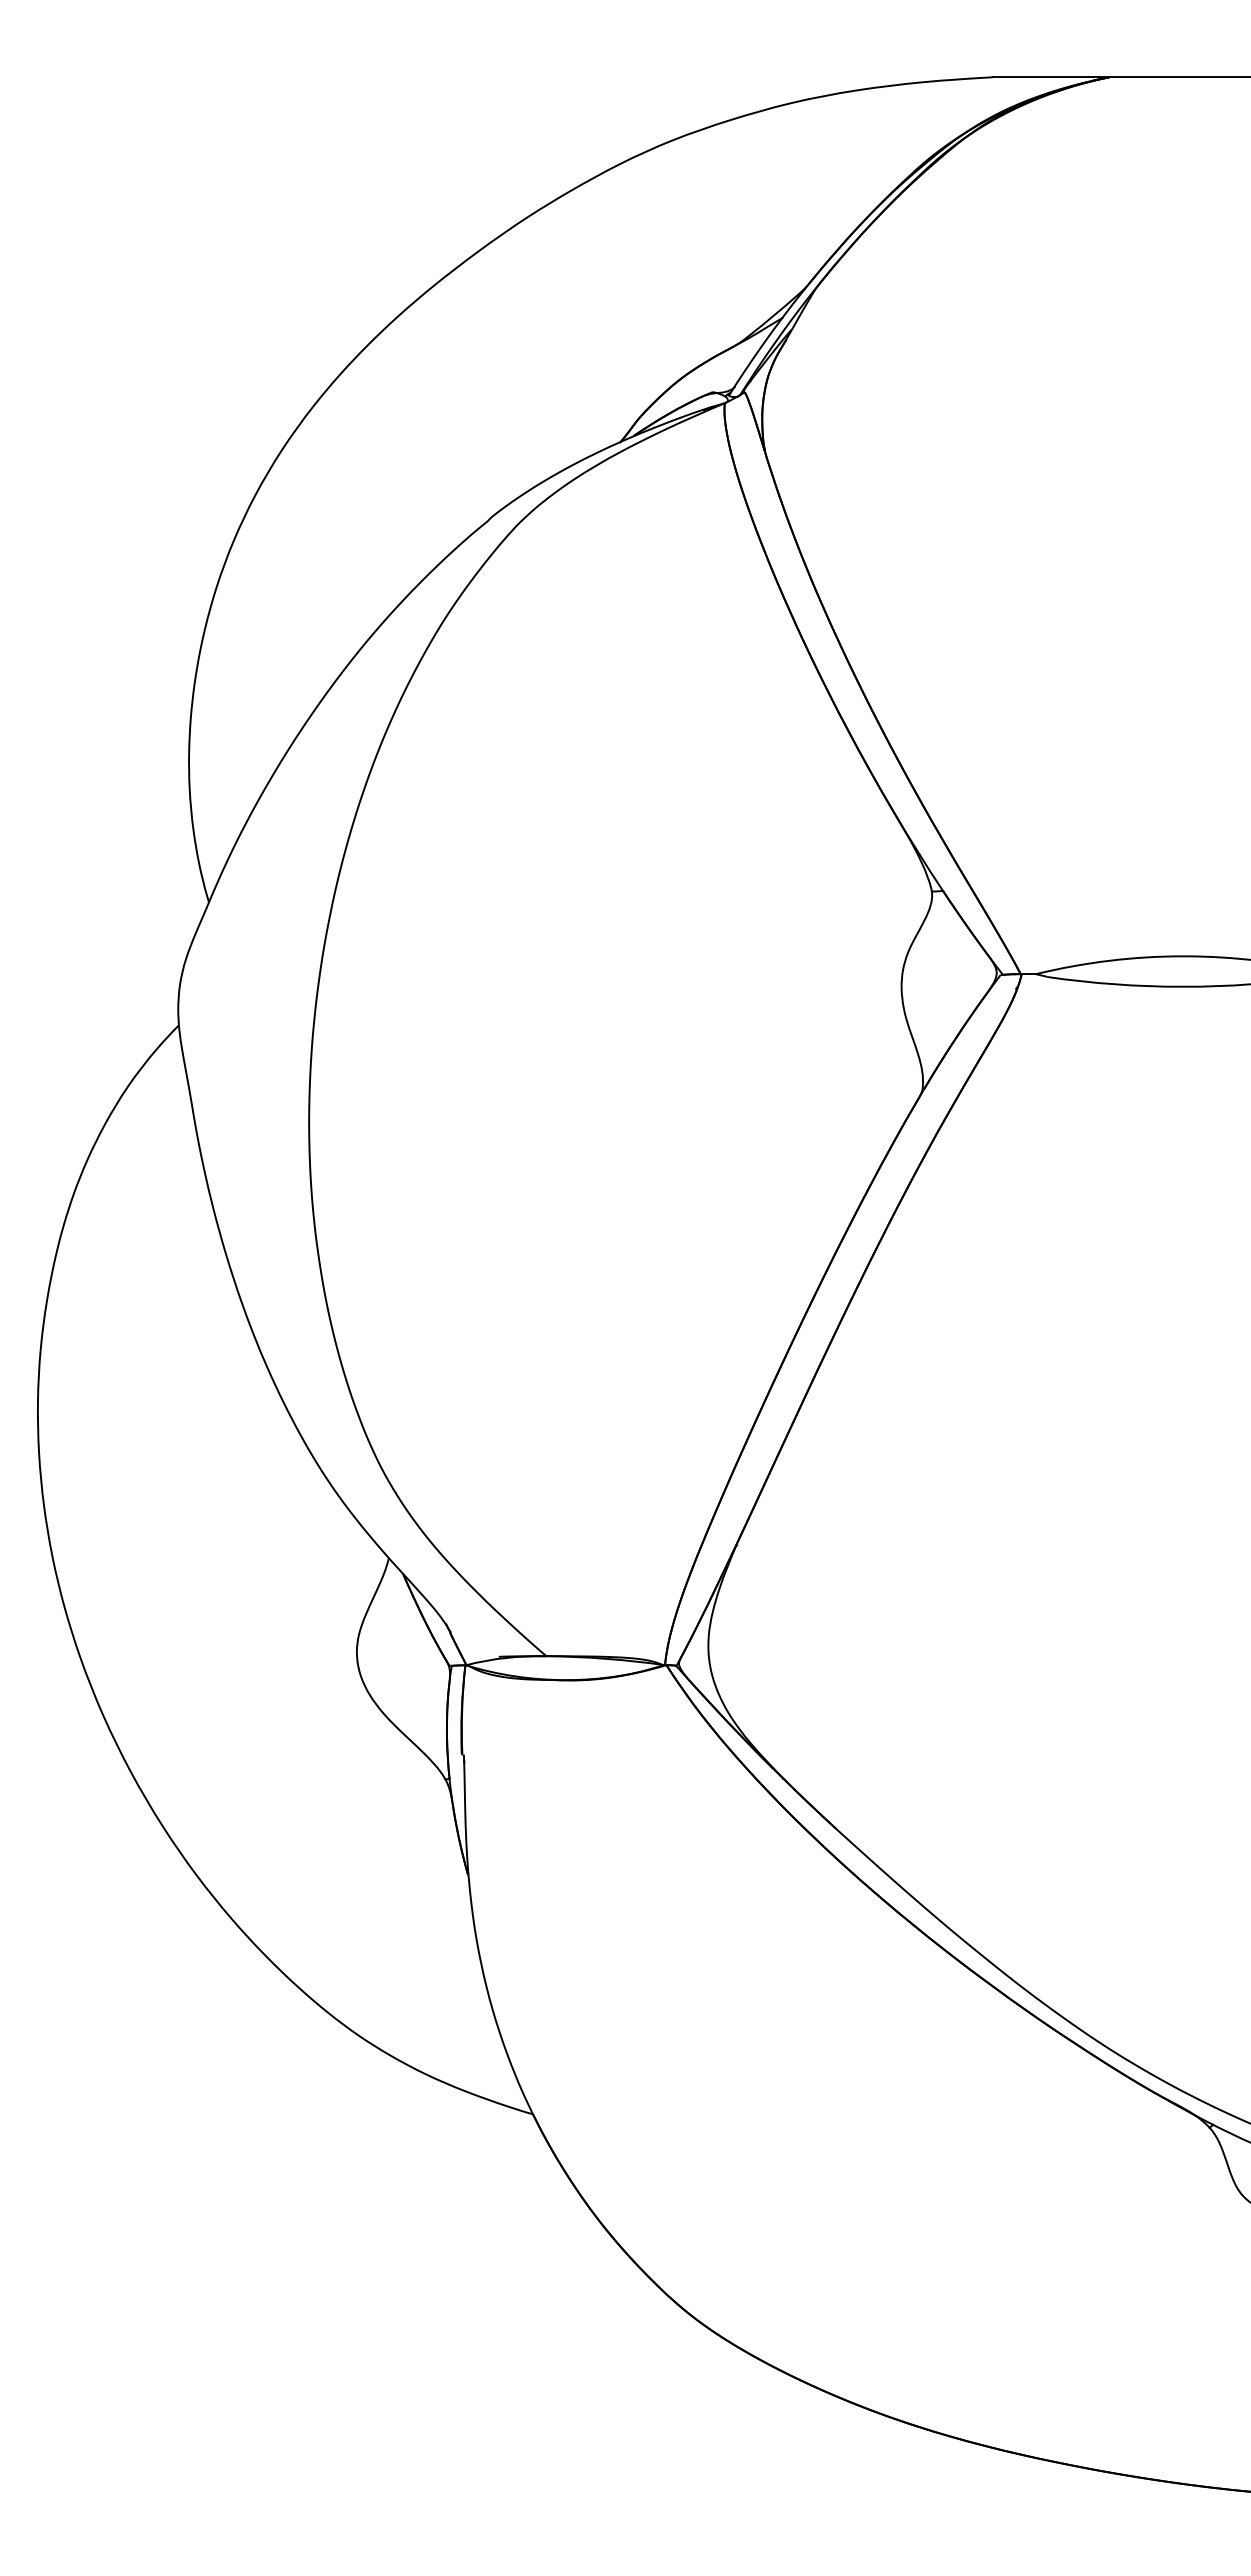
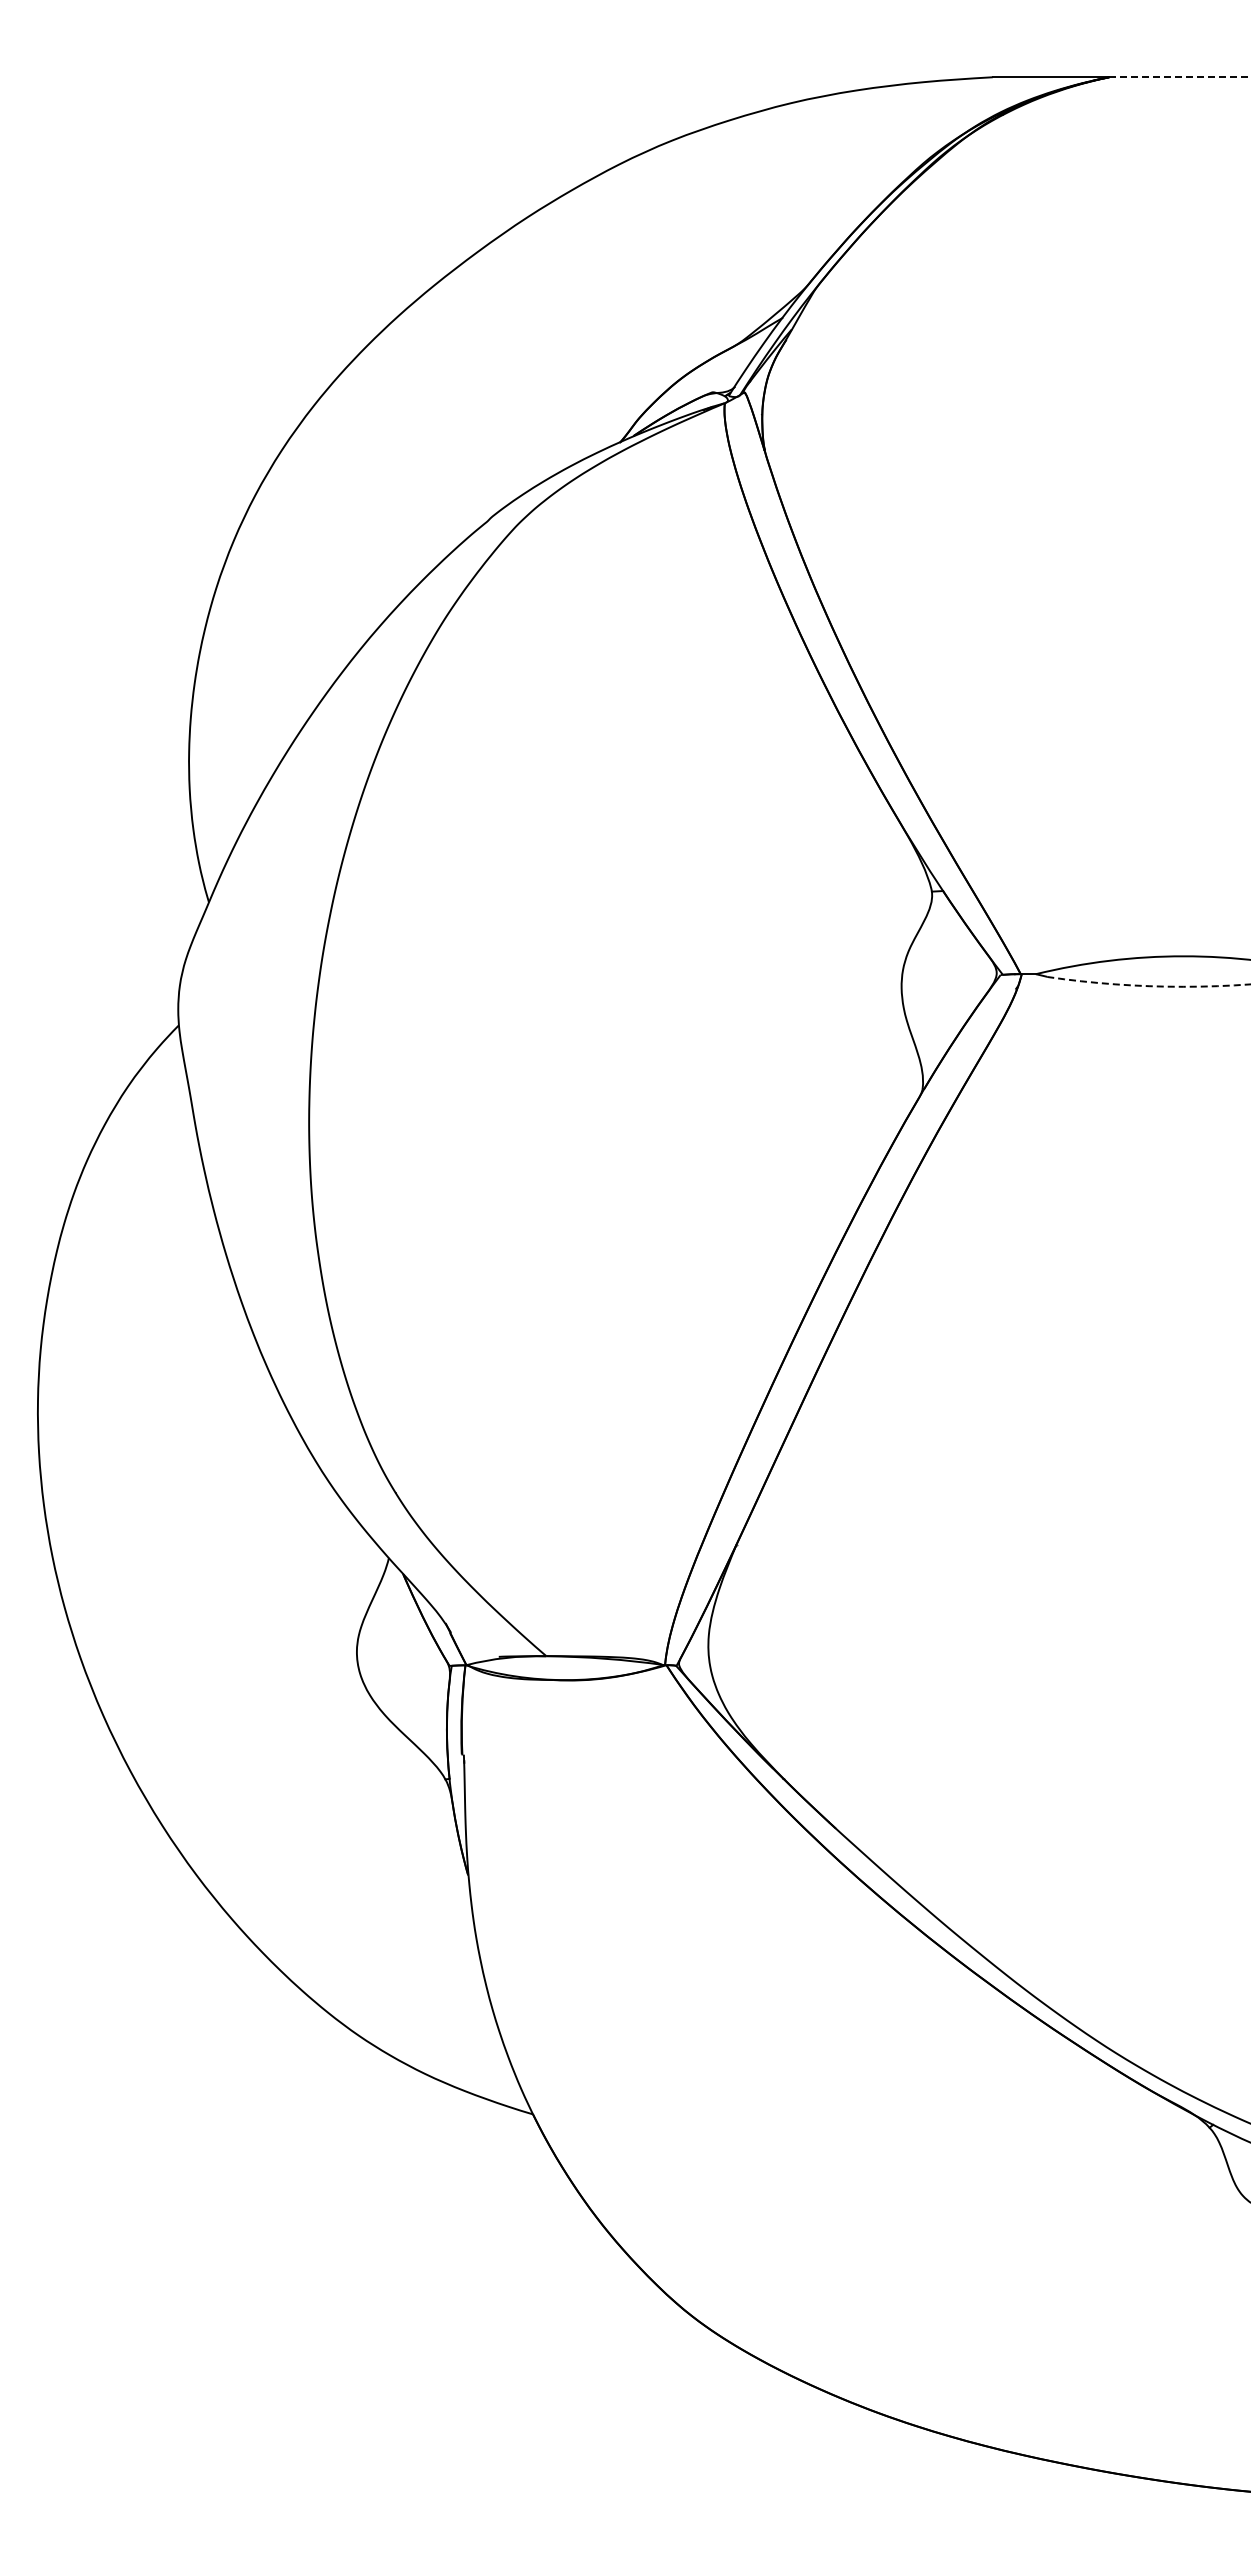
line at (1180, 77): solid -> dashed
arc at (1149, 986): solid -> dashed
